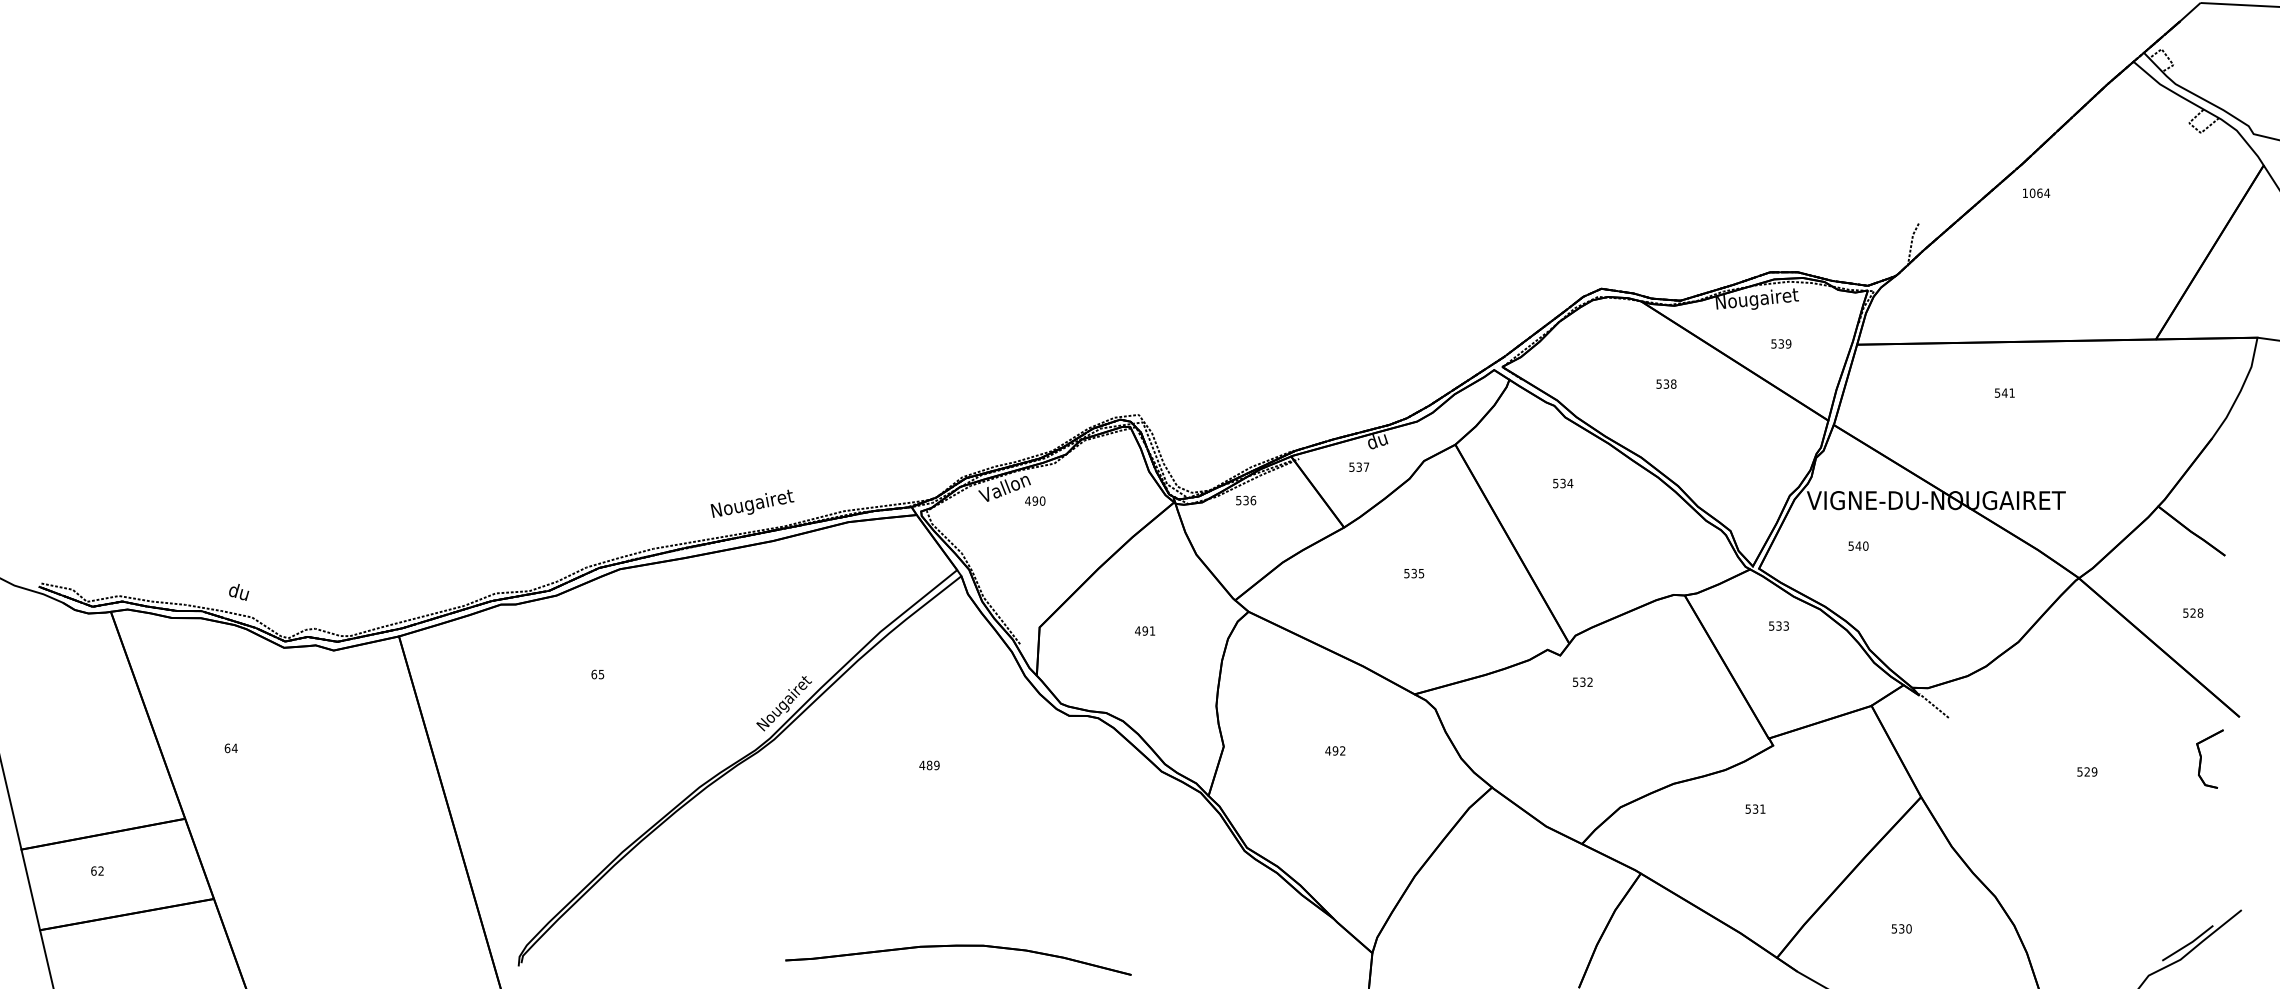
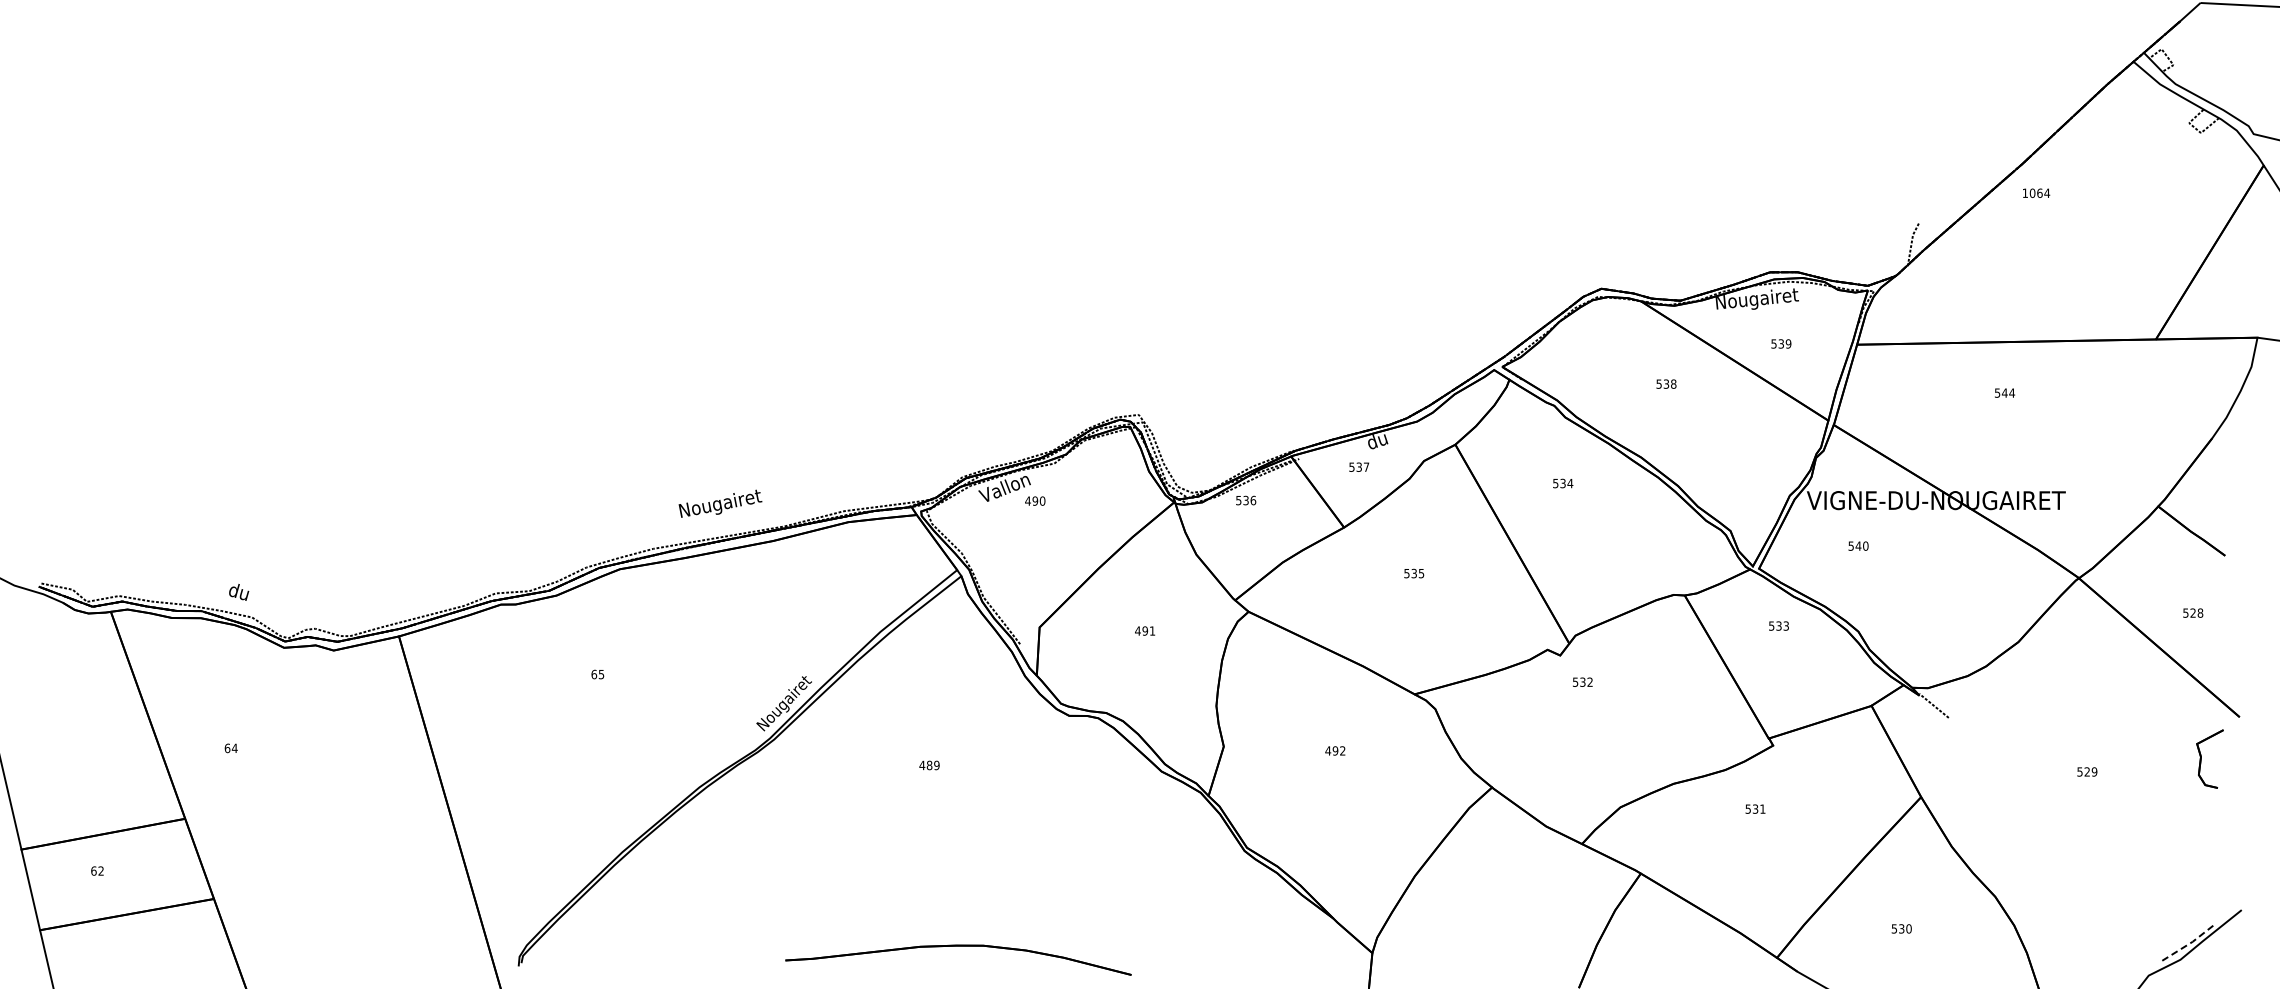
text at (2012, 392): 541 -> 544
text at (752, 503) position: (752, 503) -> (720, 503)
line at (2189, 943): solid -> dashed
